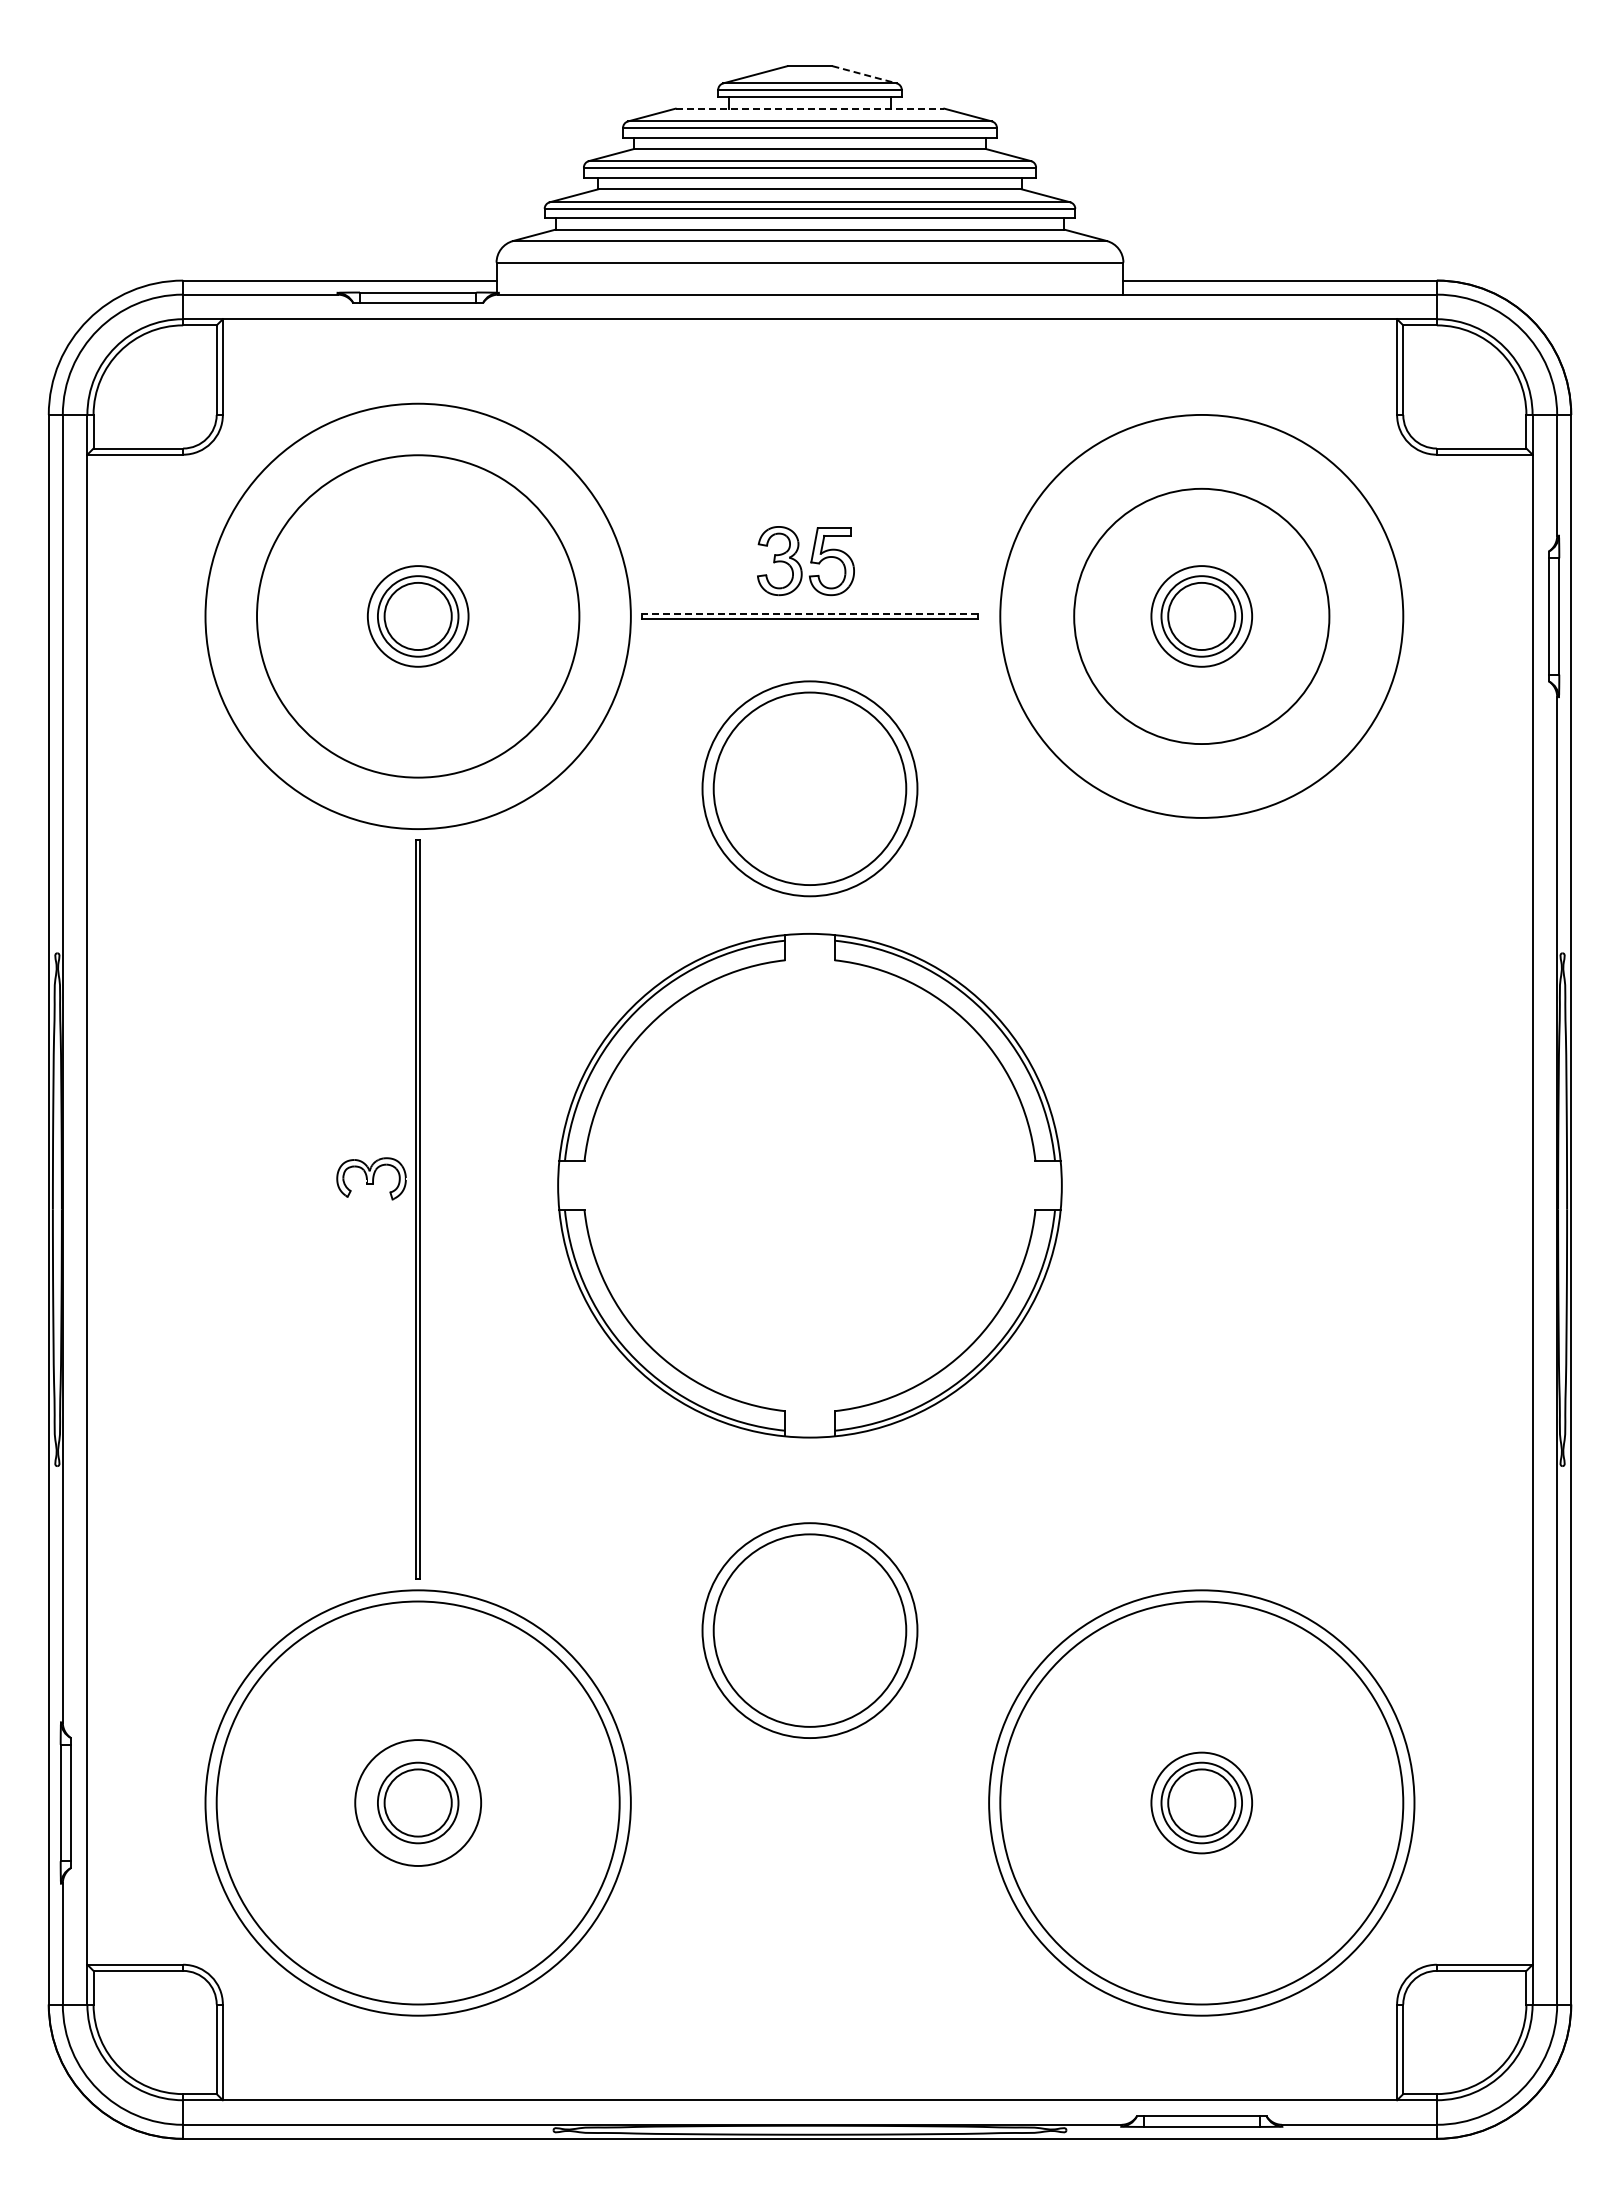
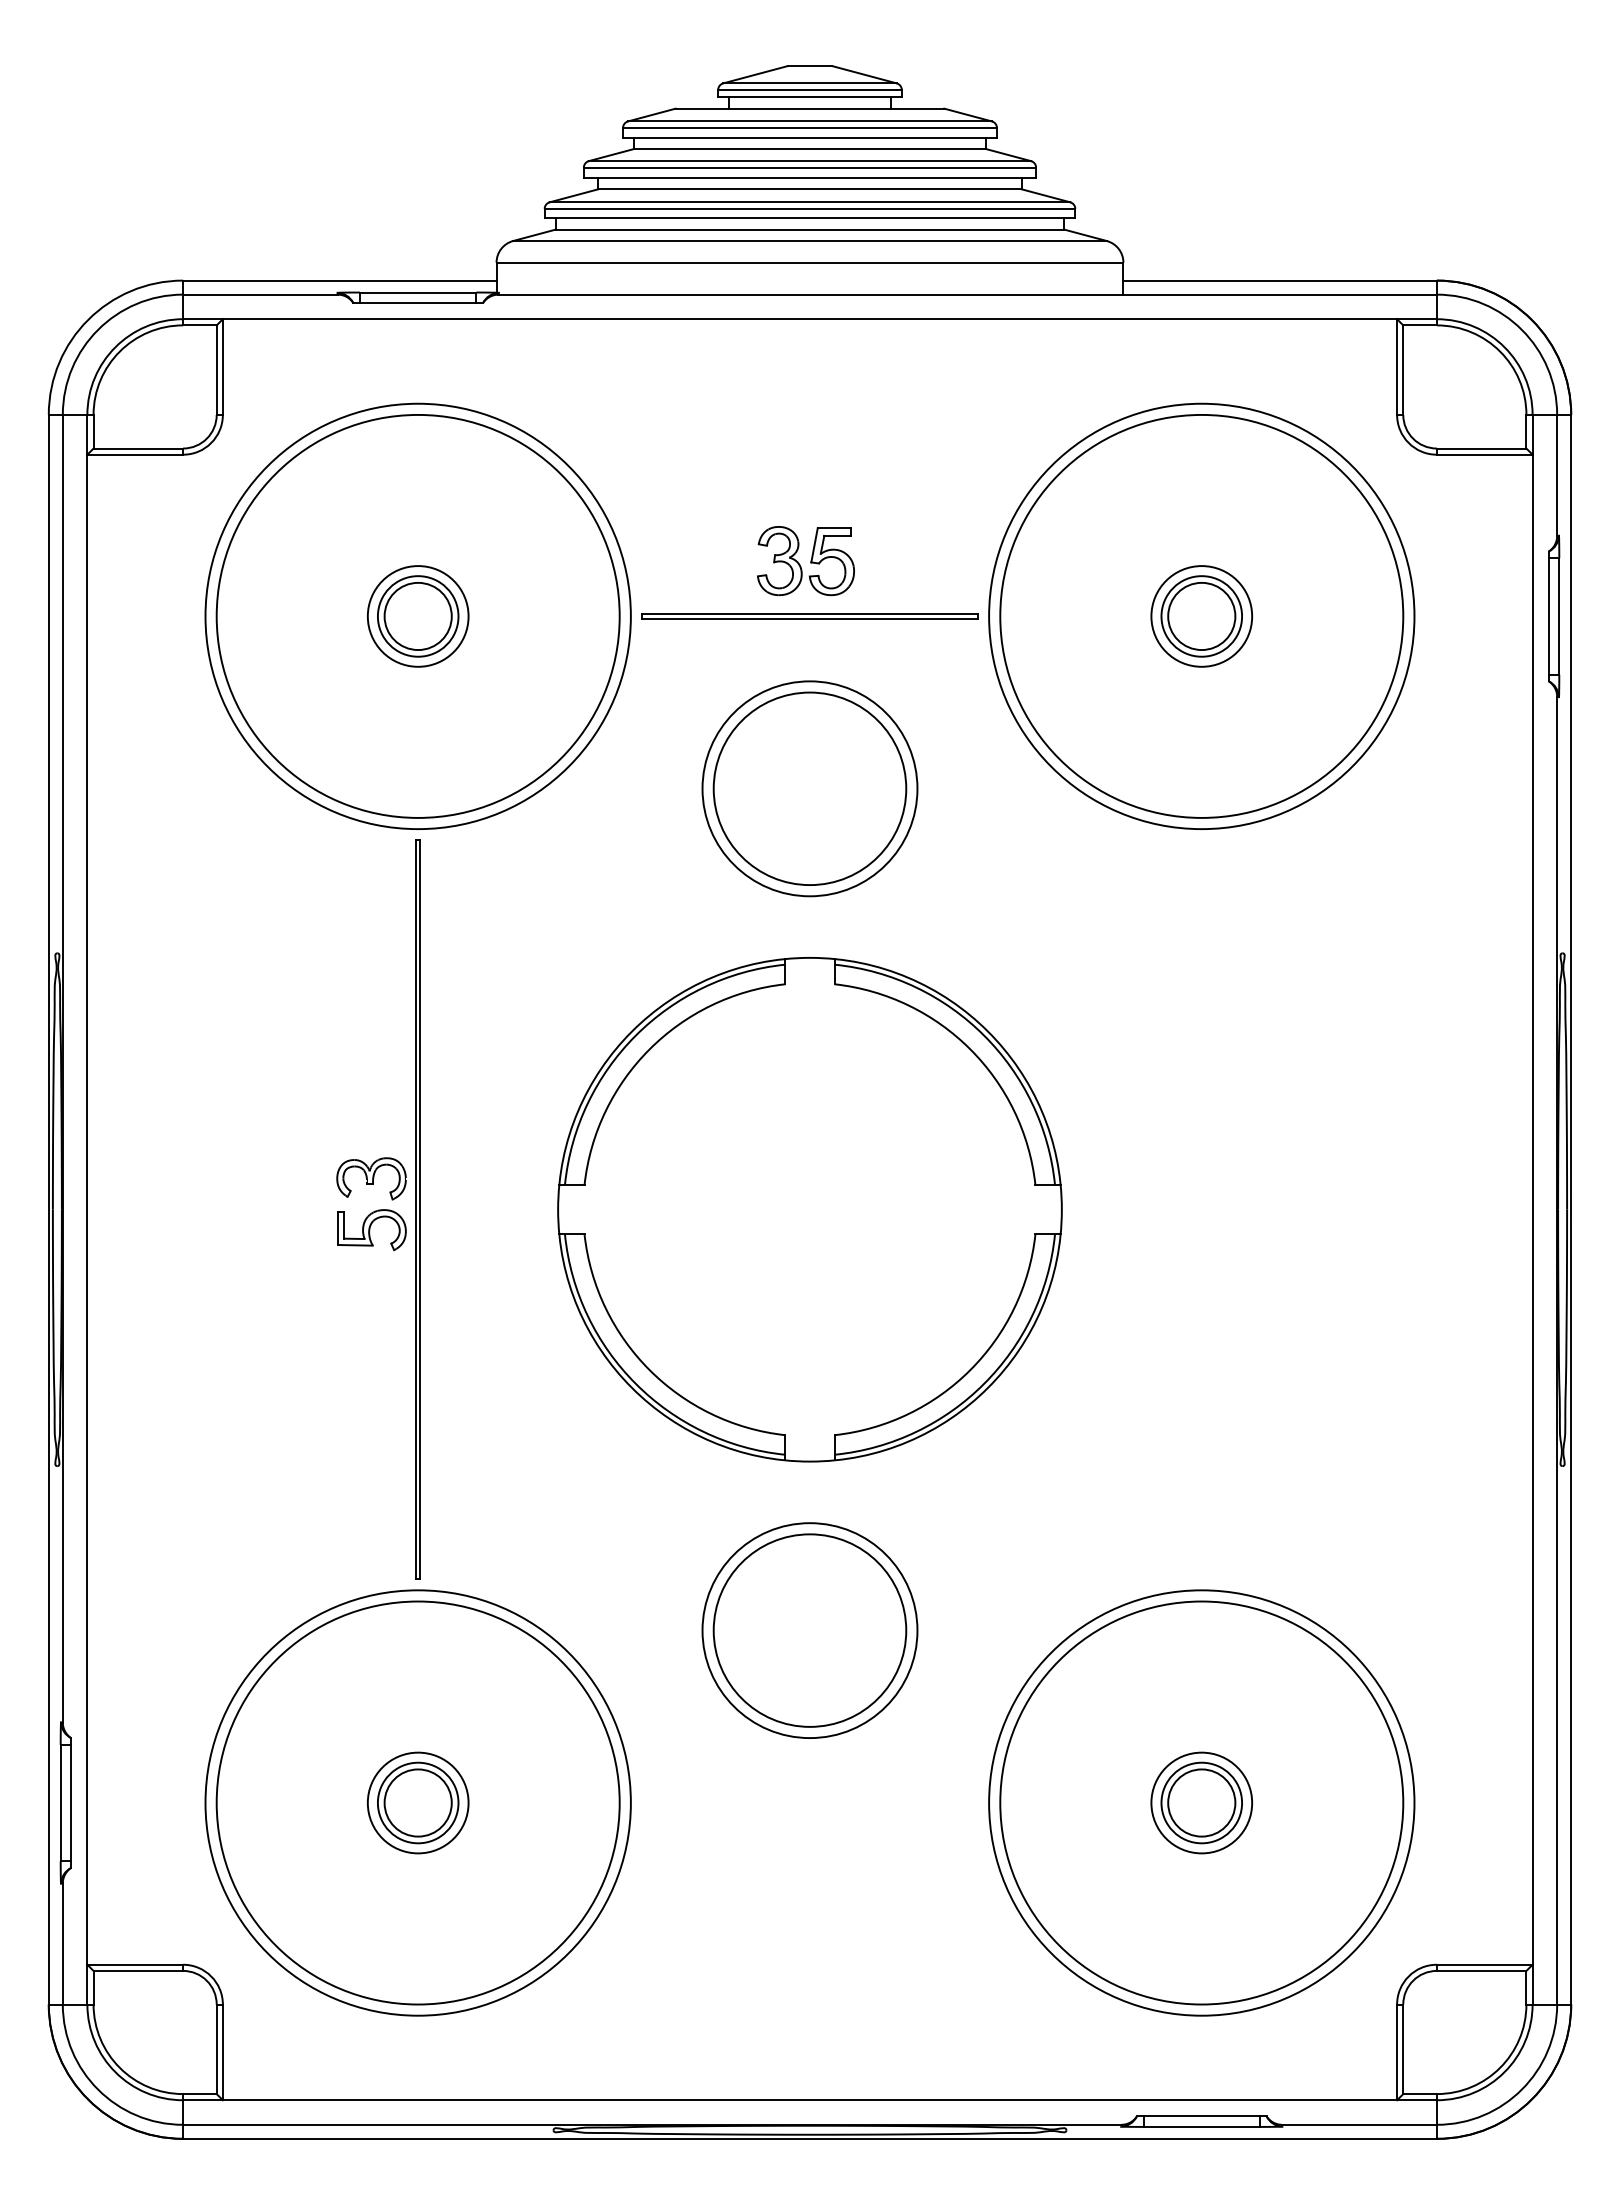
line at (865, 74): dashed -> solid
line at (810, 108): dashed -> solid
line at (809, 614): dashed -> solid
circle at (418, 616) diameter: 322 px -> 403 px
circle at (1201, 616) diameter: 255 px -> 425 px
part at (809, 1185) position: (809, 1185) -> (809, 1209)
part at (371, 1230): none -> present
circle at (418, 1802) diameter: 126 px -> 101 px
